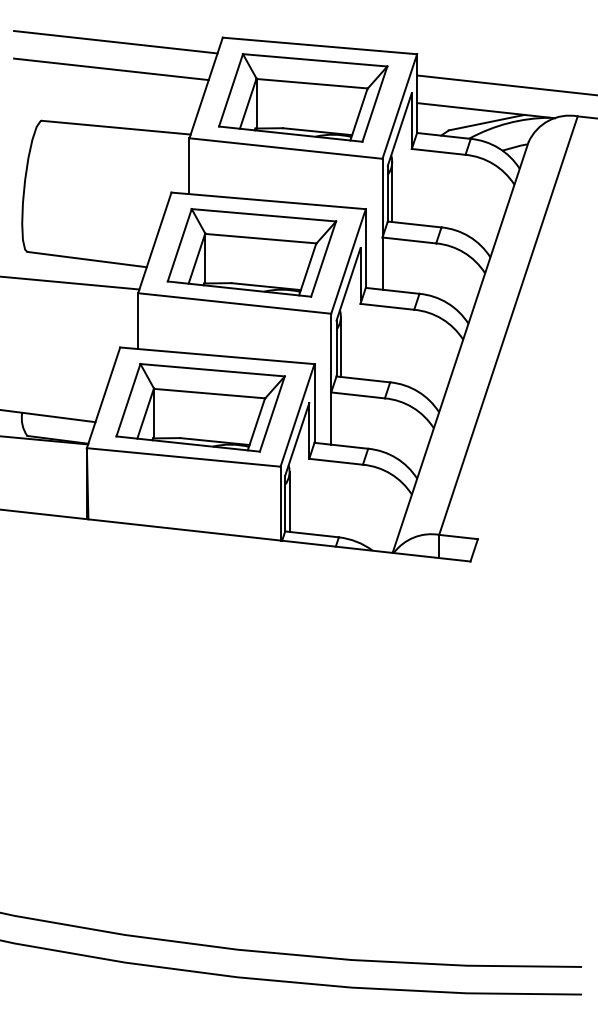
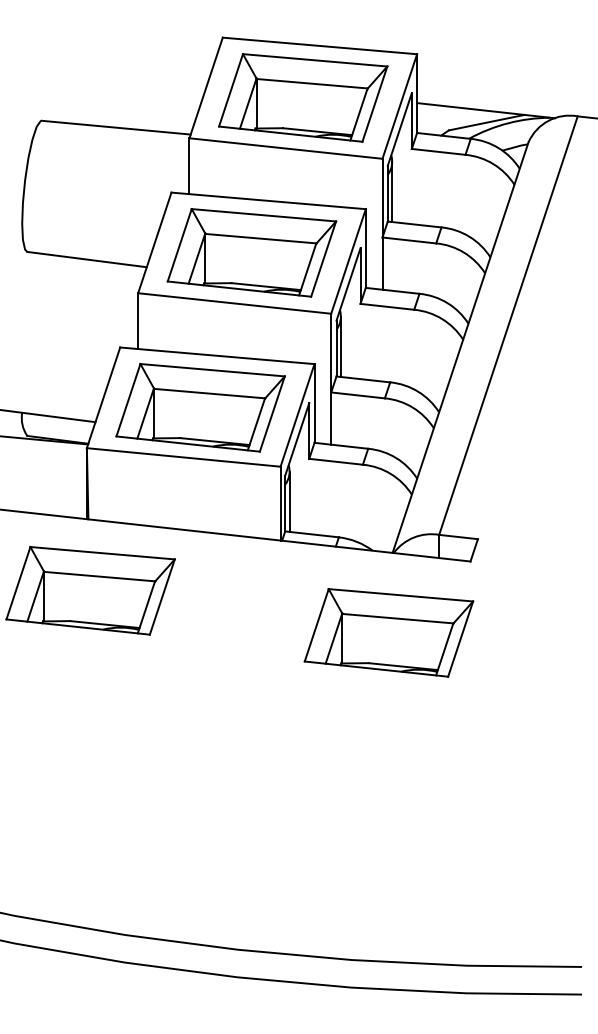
line at (115, 42): present -> none
line at (111, 69): present -> none
line at (505, 85): present -> none
line at (70, 282): present -> none
part at (90, 590): none -> present
part at (388, 632): none -> present
